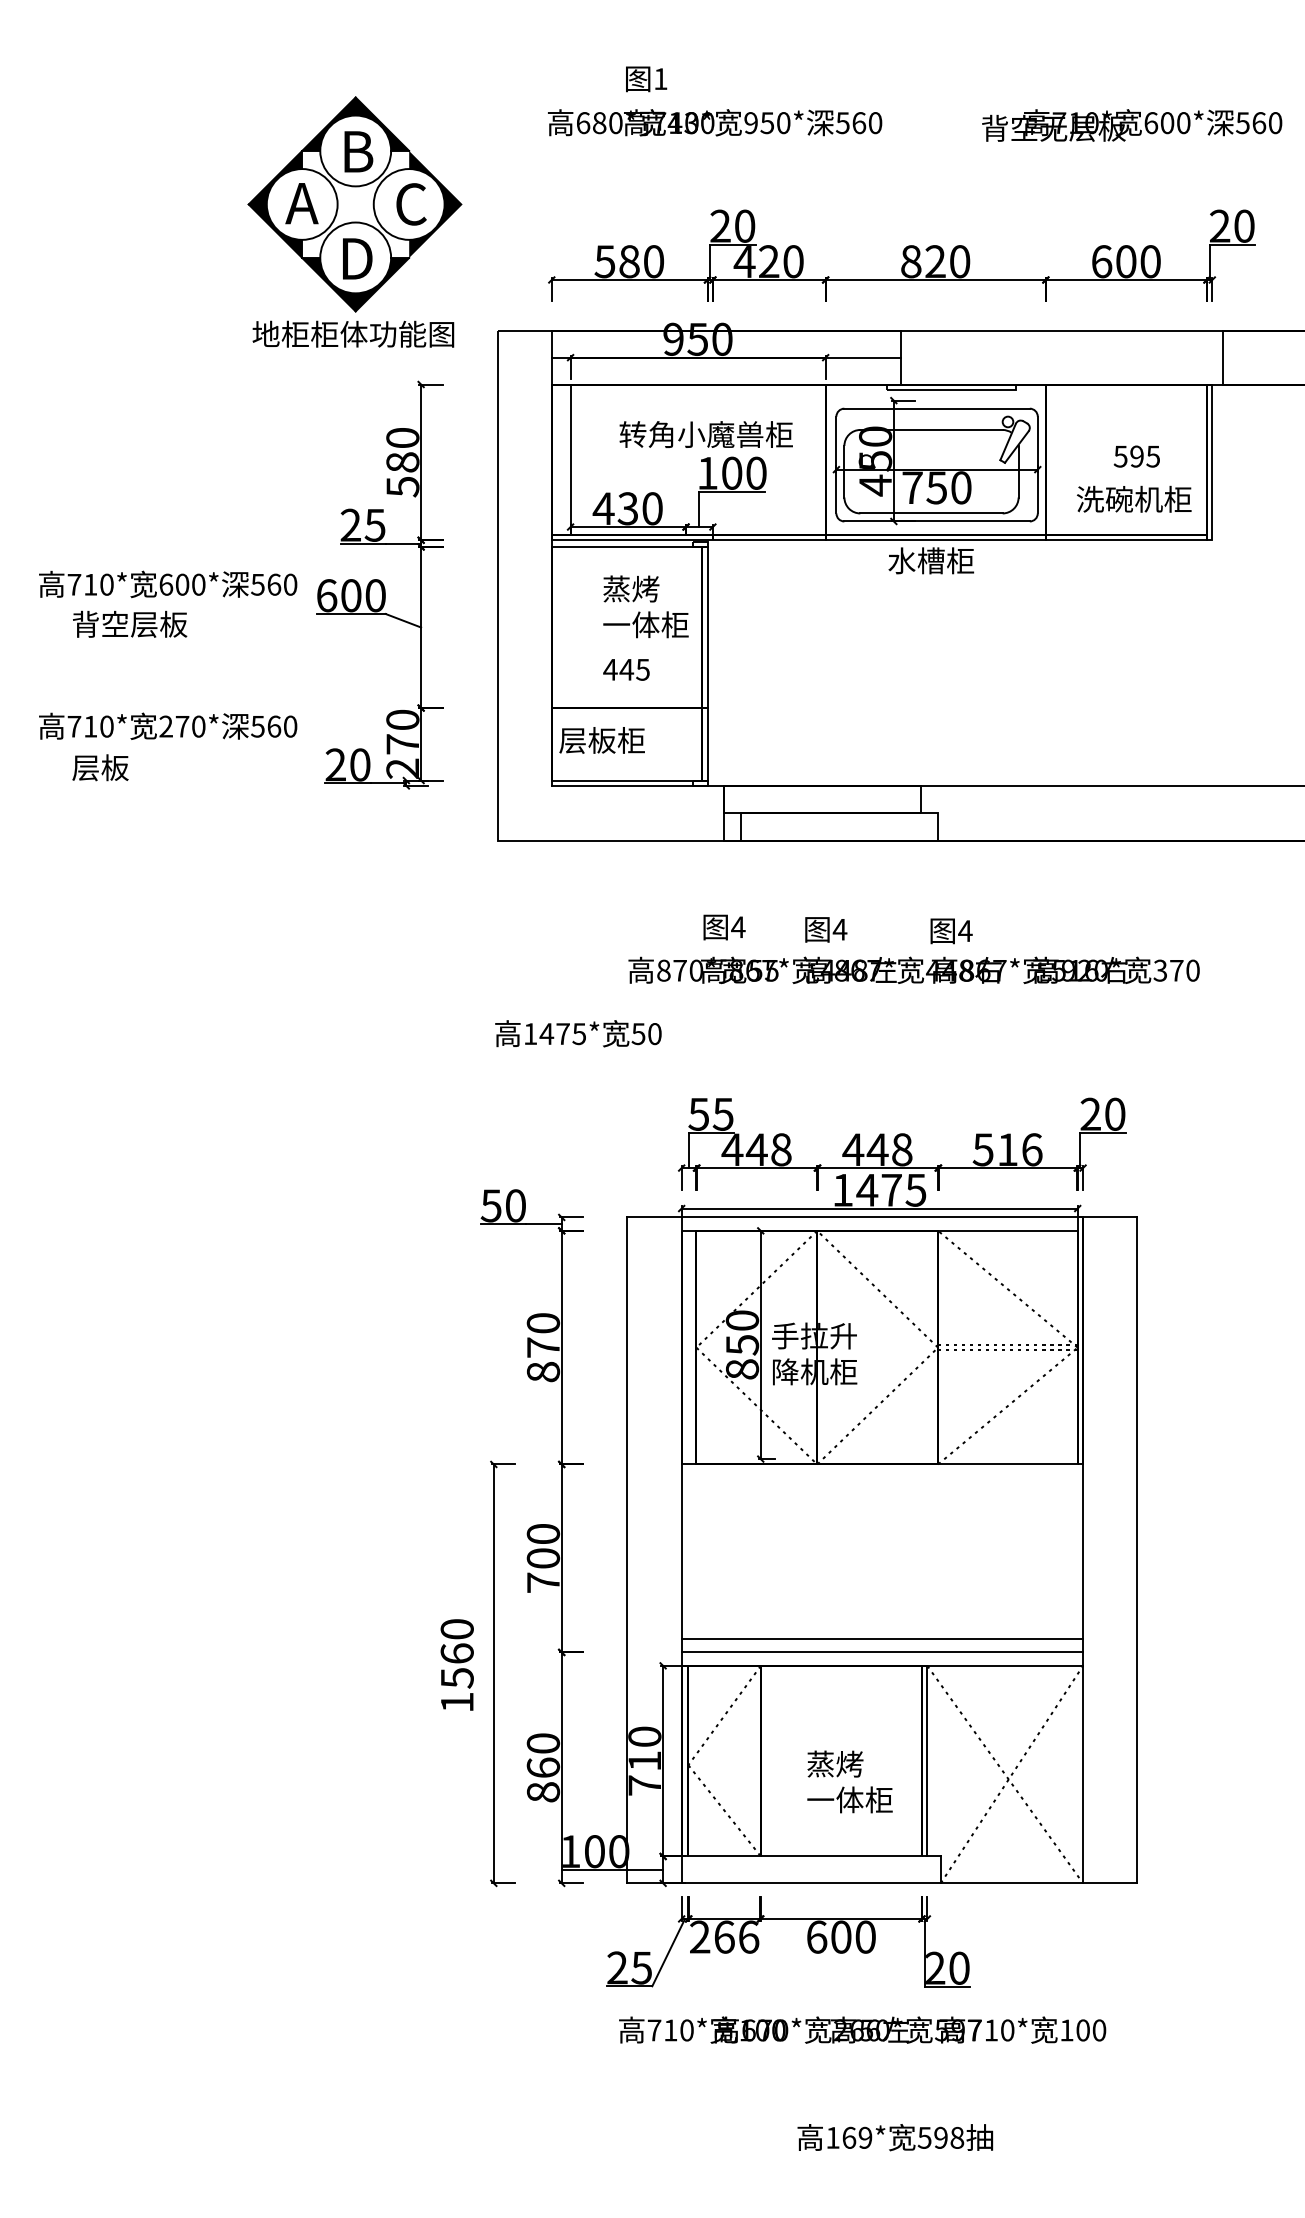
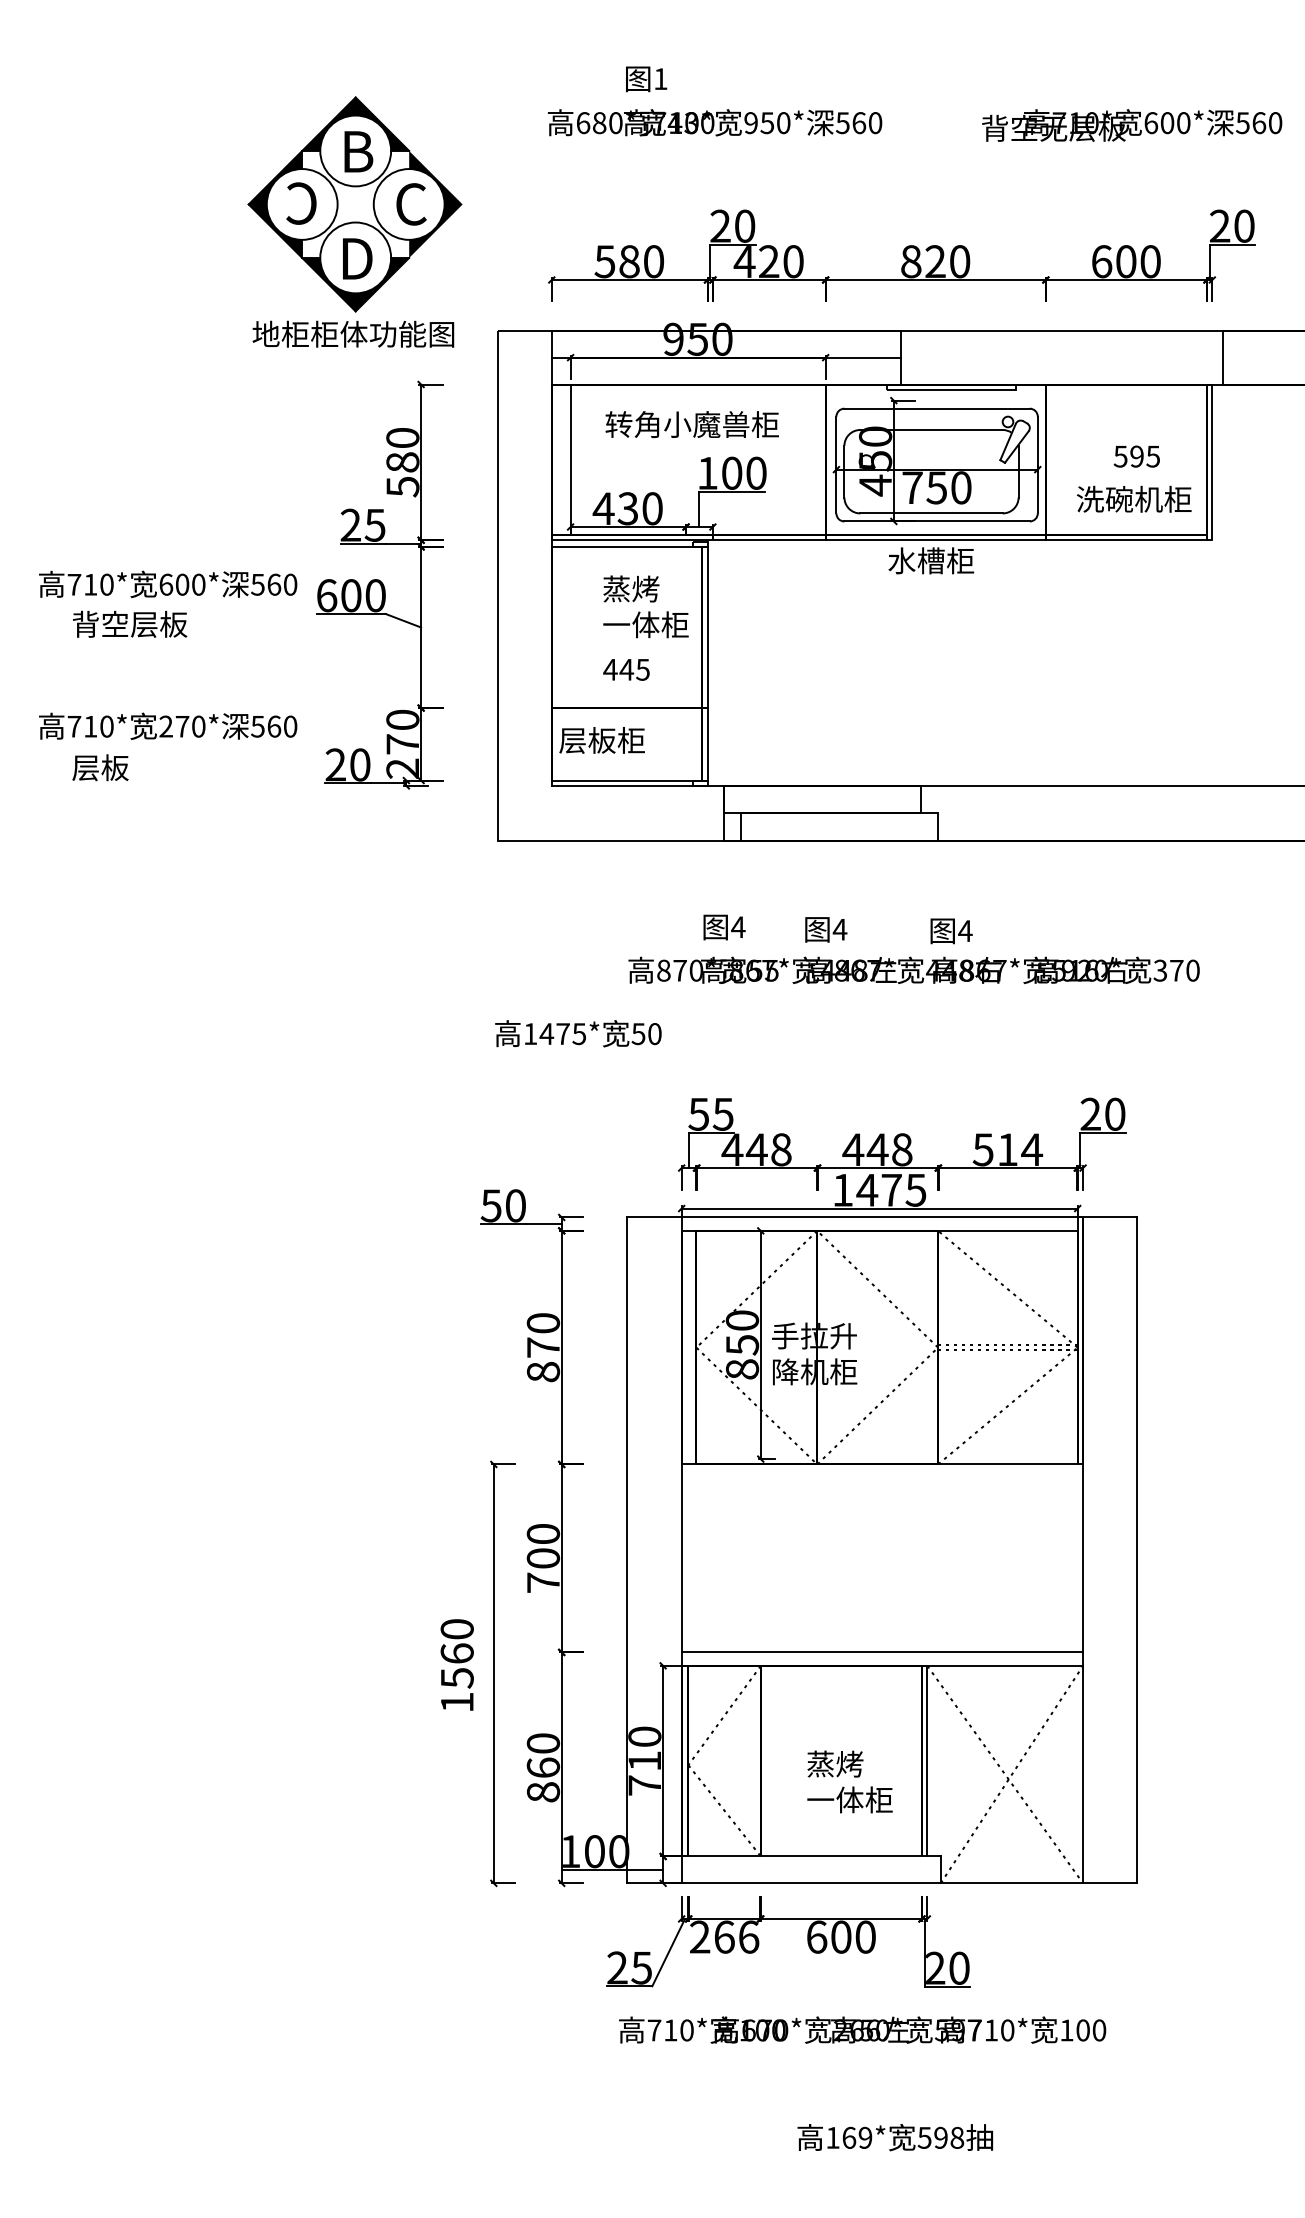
text at (301, 203): A -> C
text at (705, 434) position: (705, 434) -> (691, 424)
text at (1032, 1149): 516 -> 514
line at (882, 1638): present -> none
